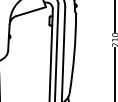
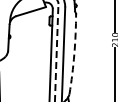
line at (56, 53): solid -> dashed
arc at (74, 54): solid -> dashed
